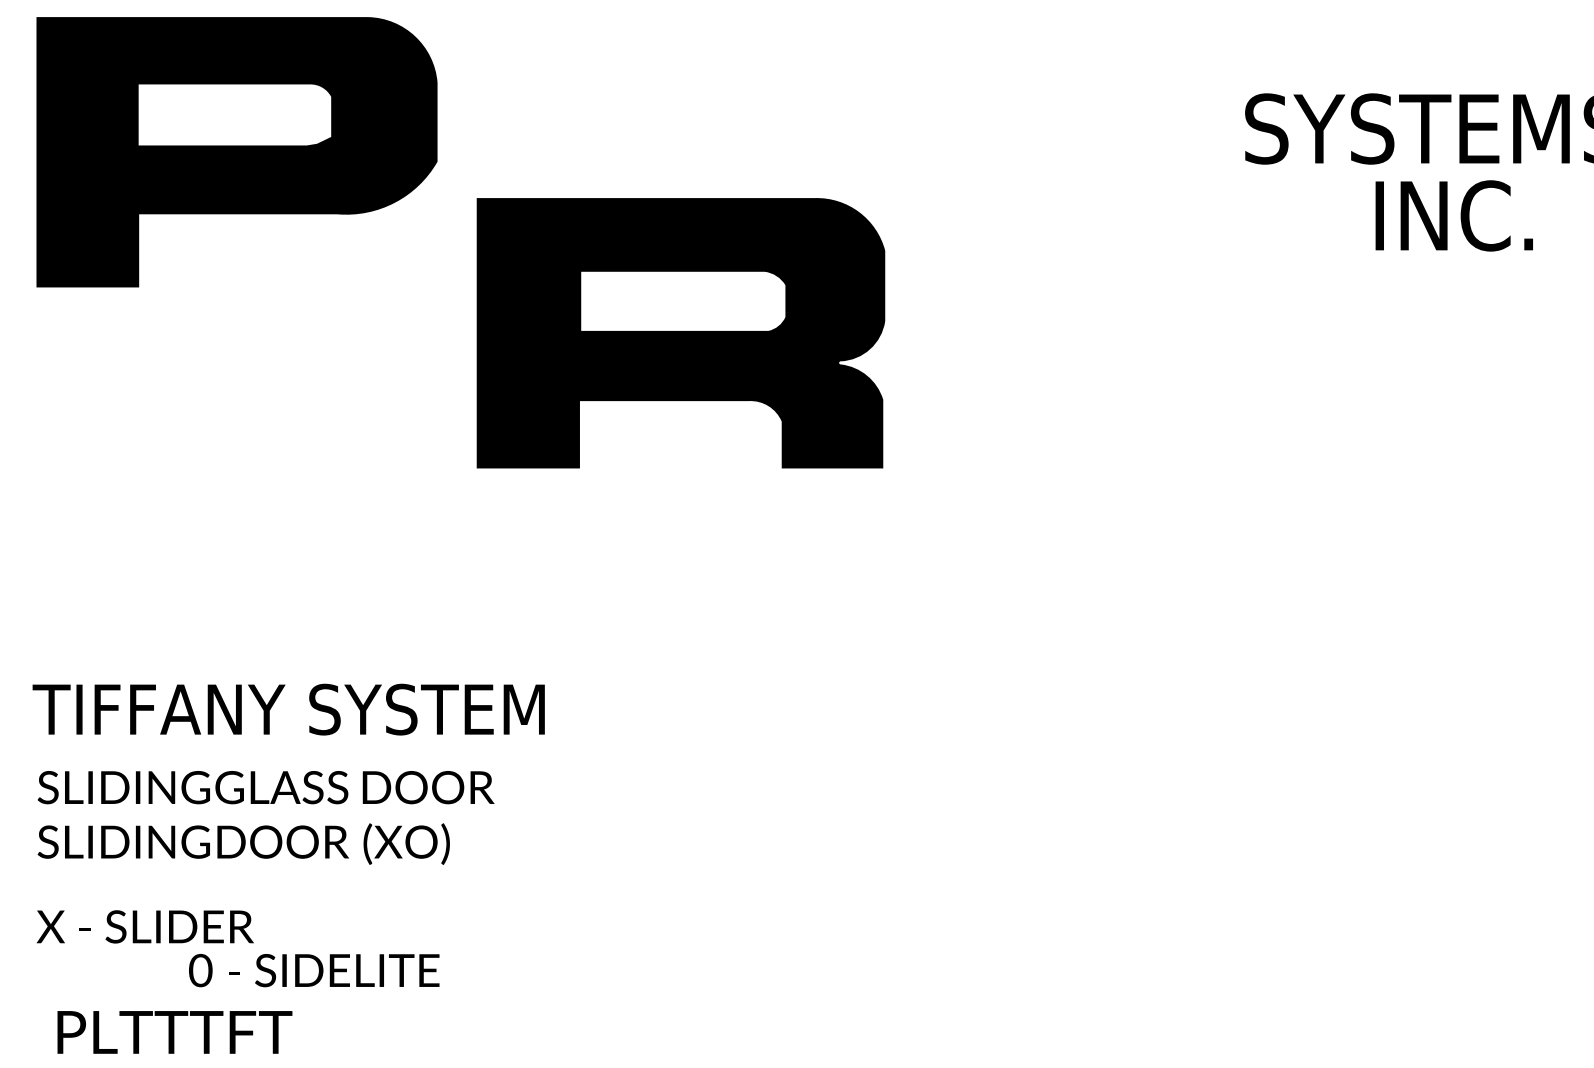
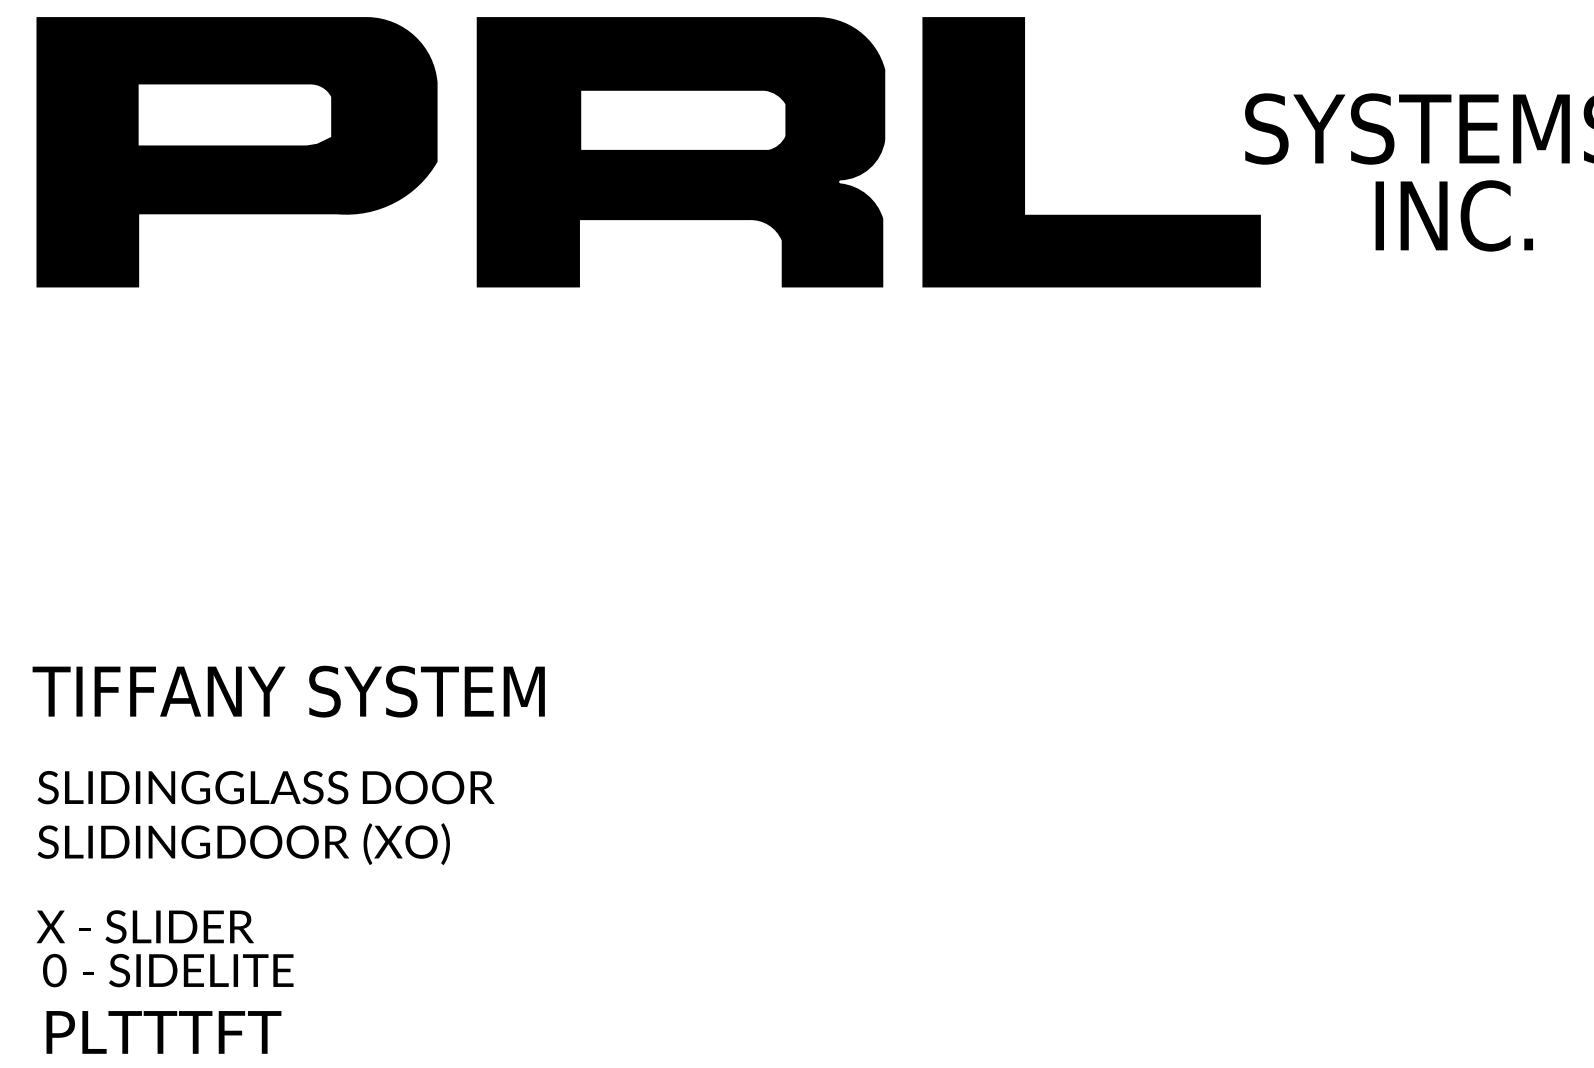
fill at (1091, 152): none -> present
part at (680, 333) position: (680, 333) -> (680, 152)
text at (288, 709) position: (288, 709) -> (288, 691)
text at (314, 970) position: (314, 970) -> (168, 970)
text at (174, 1032) position: (174, 1032) -> (163, 1032)
